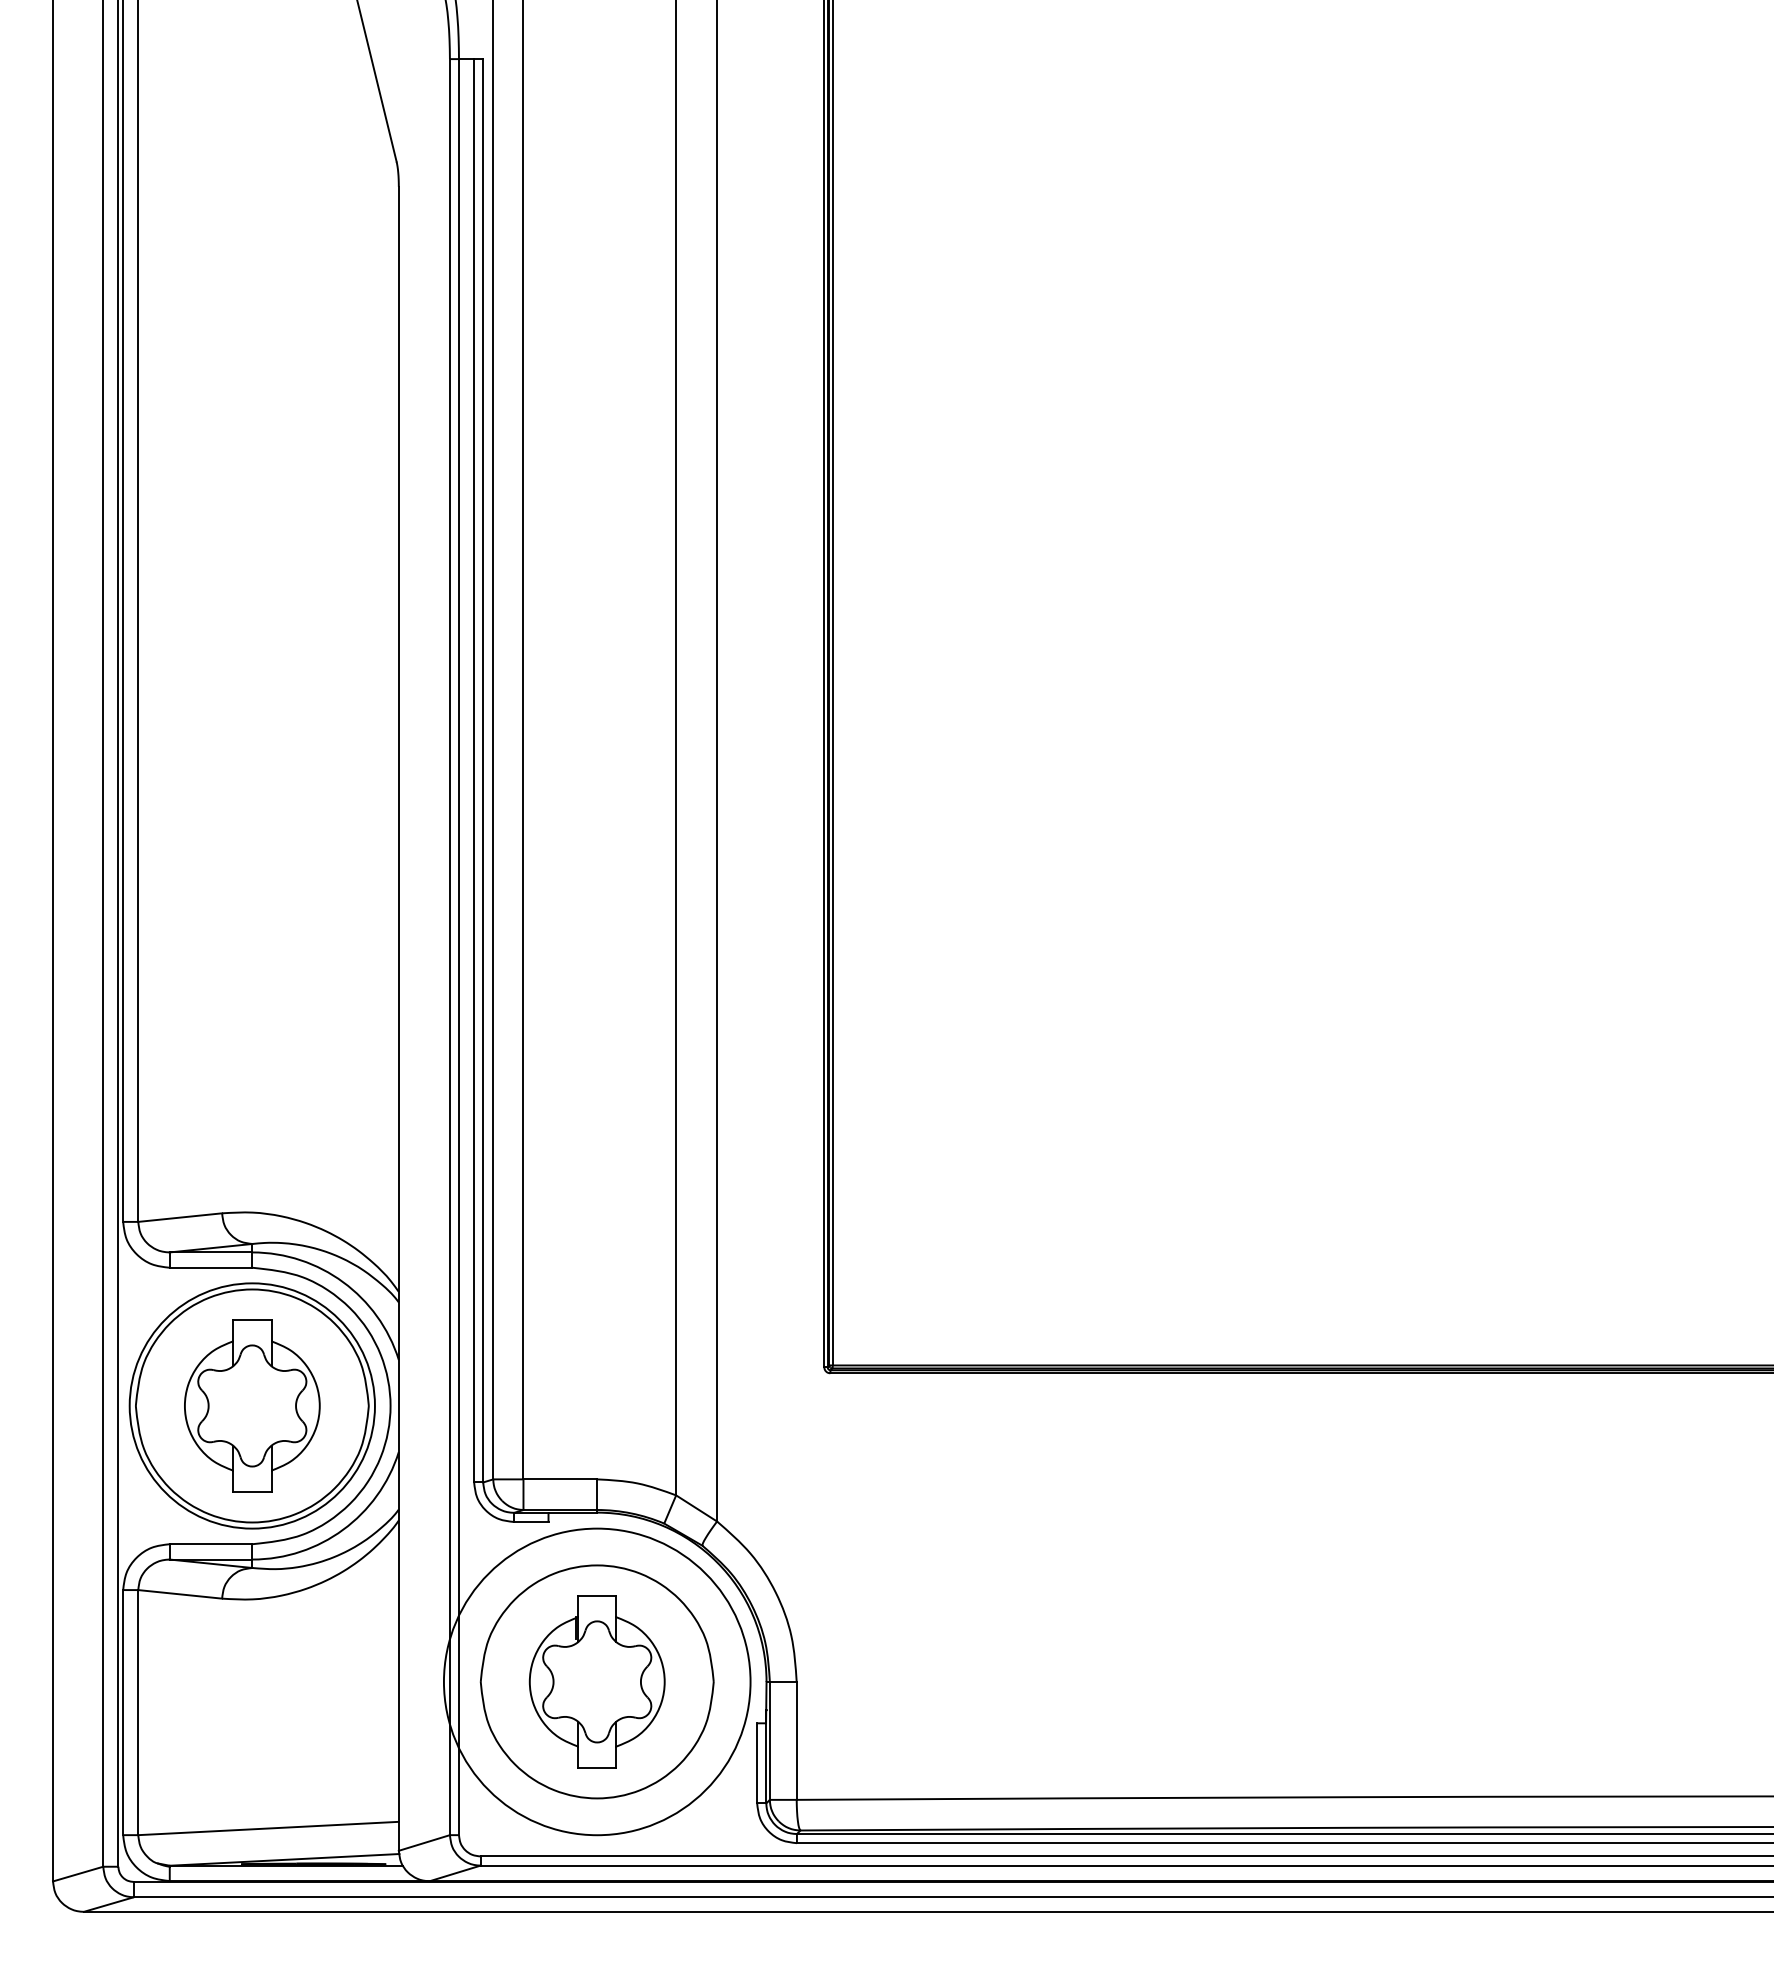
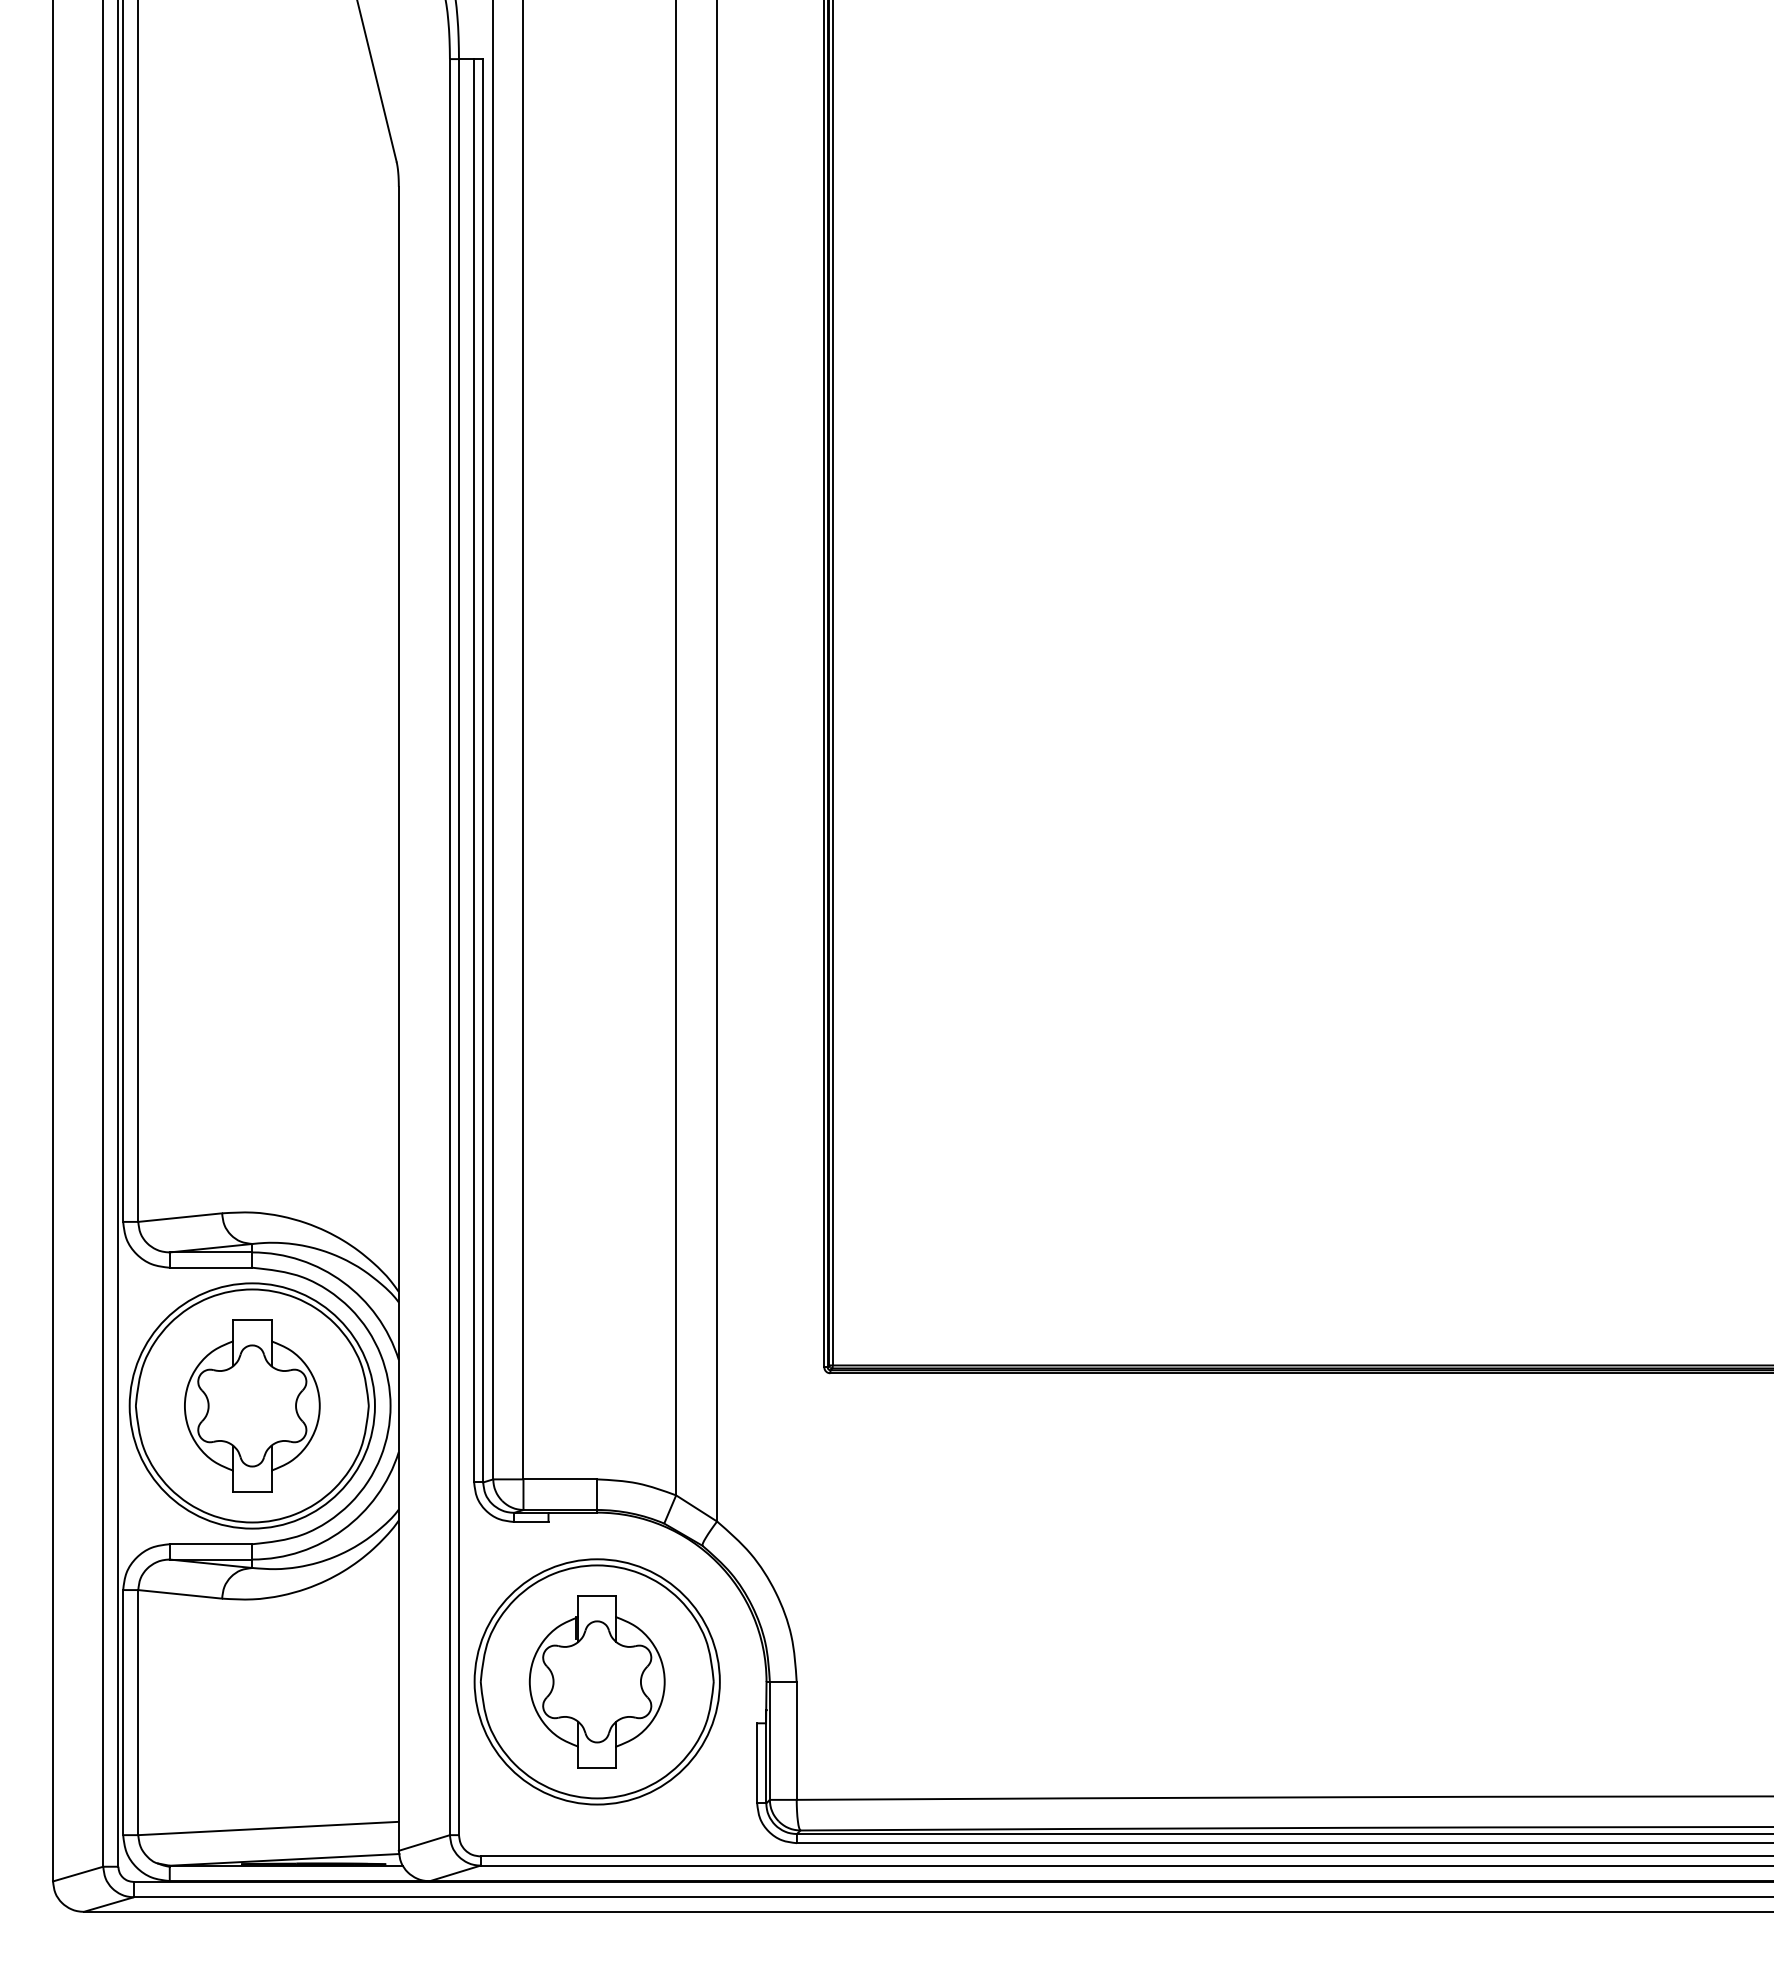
circle at (596, 1681) diameter: 307 px -> 245 px
